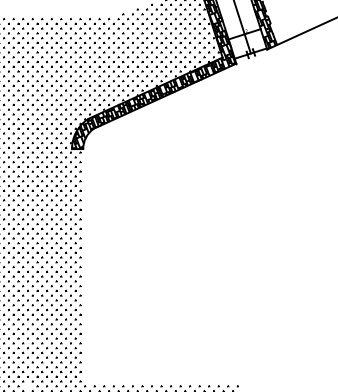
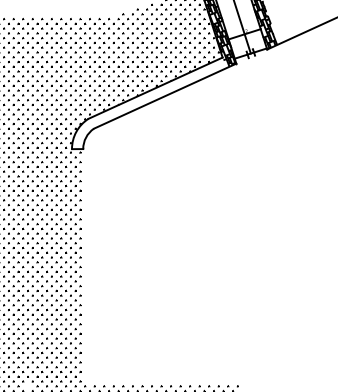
hatch at (148, 103): present -> none
